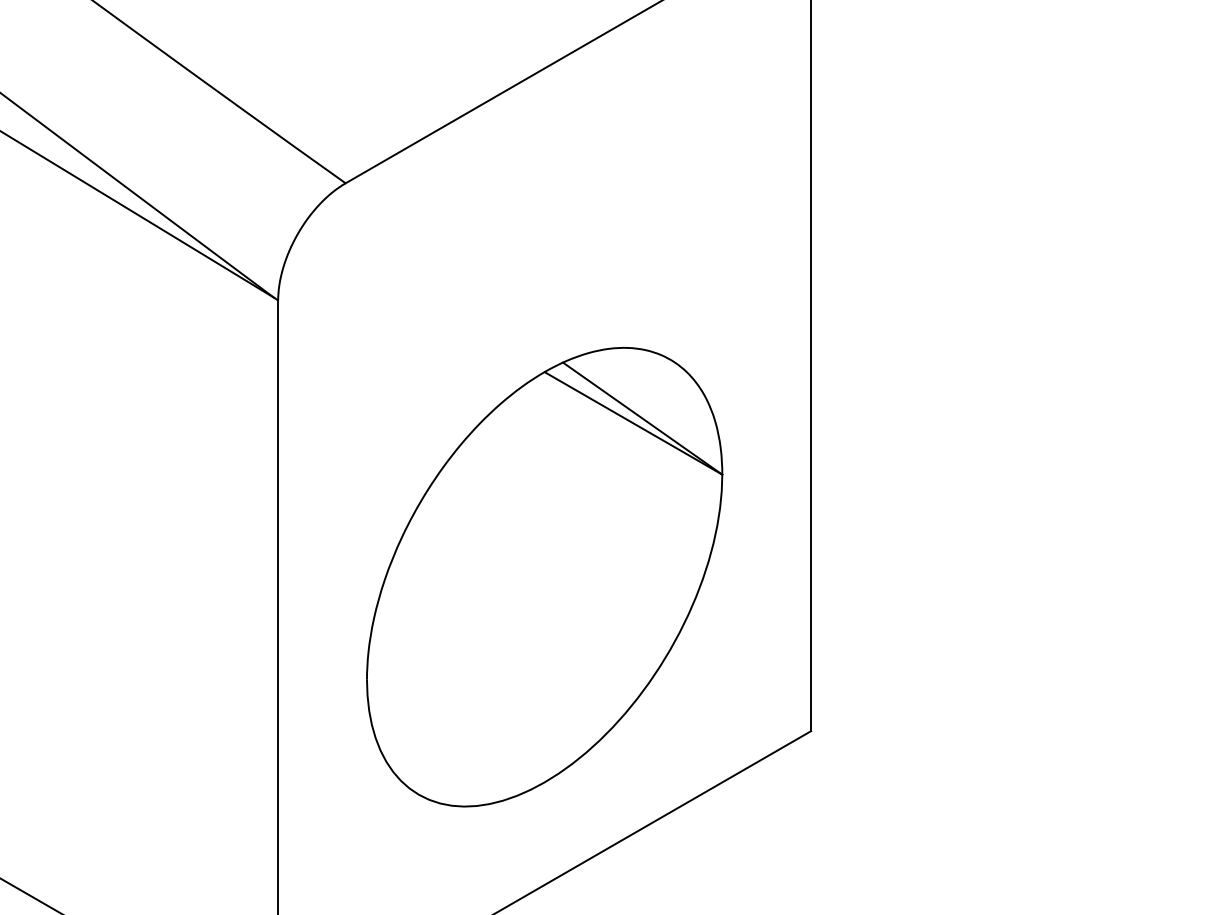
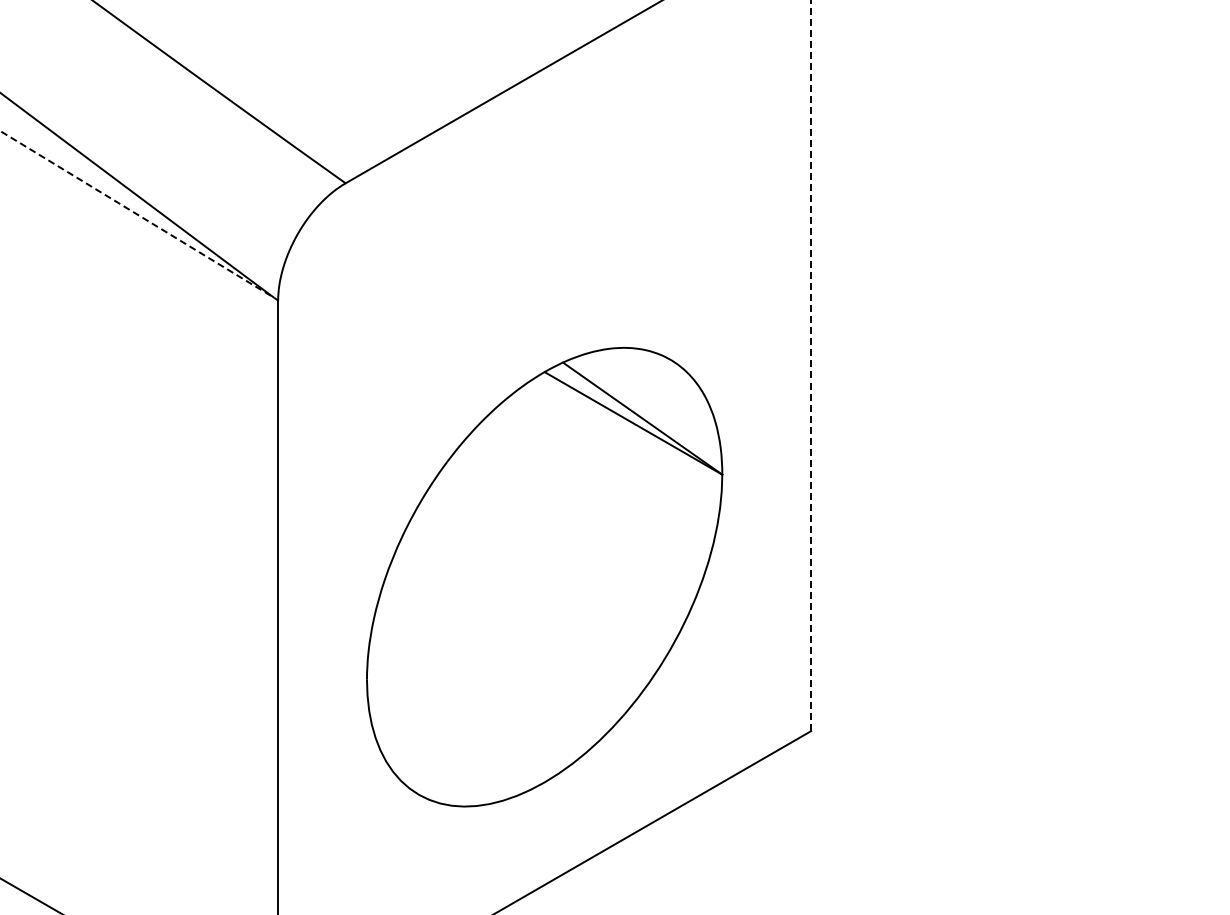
line at (137, 214): solid -> dashed
line at (811, 365): solid -> dashed
